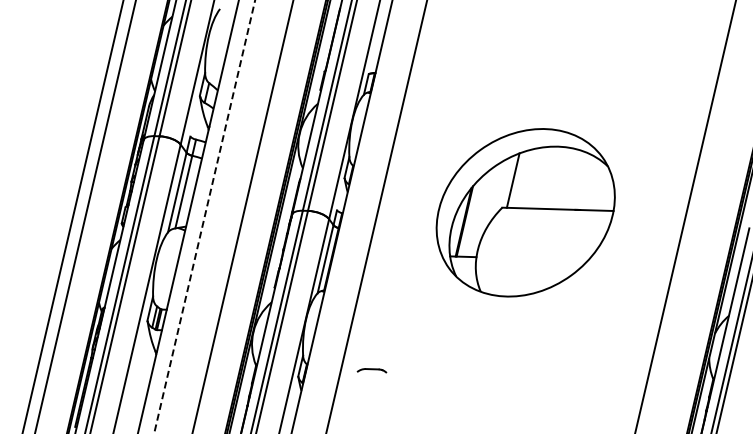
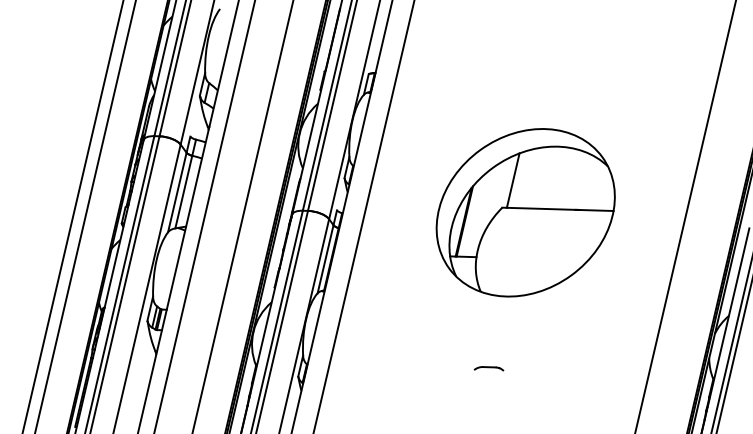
line at (204, 216): dashed -> solid
line at (376, 216) position: (376, 216) -> (363, 216)
part at (371, 370) position: (371, 370) -> (488, 368)
